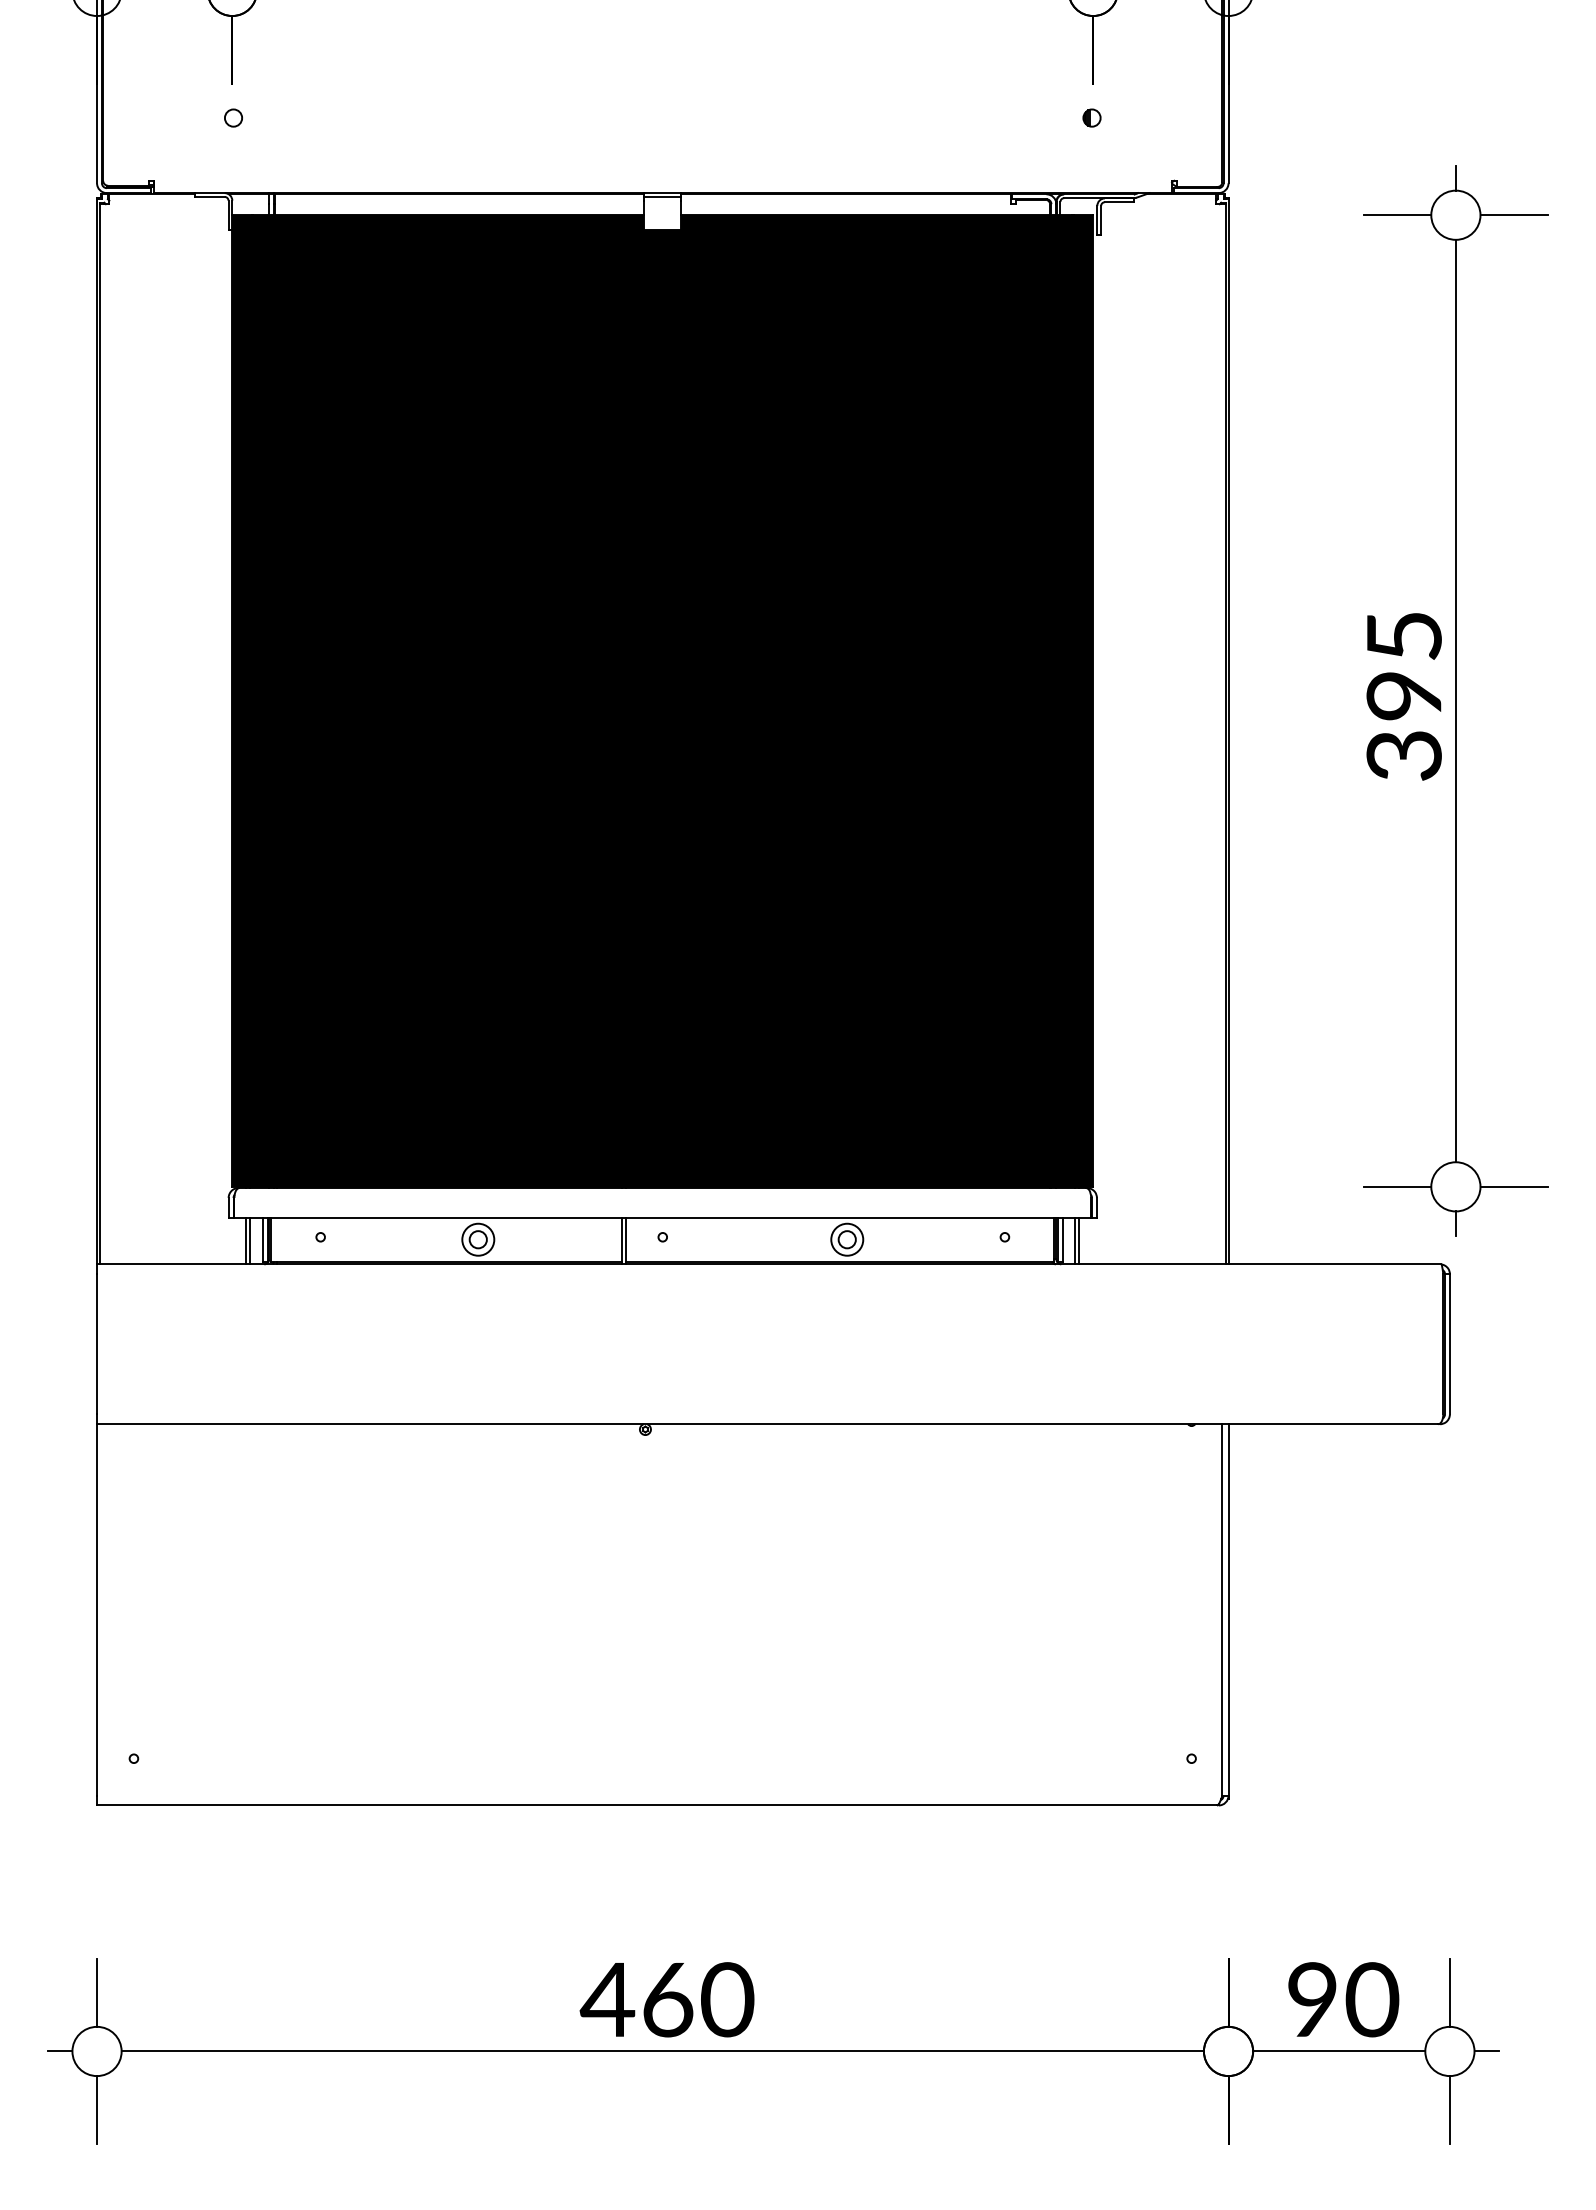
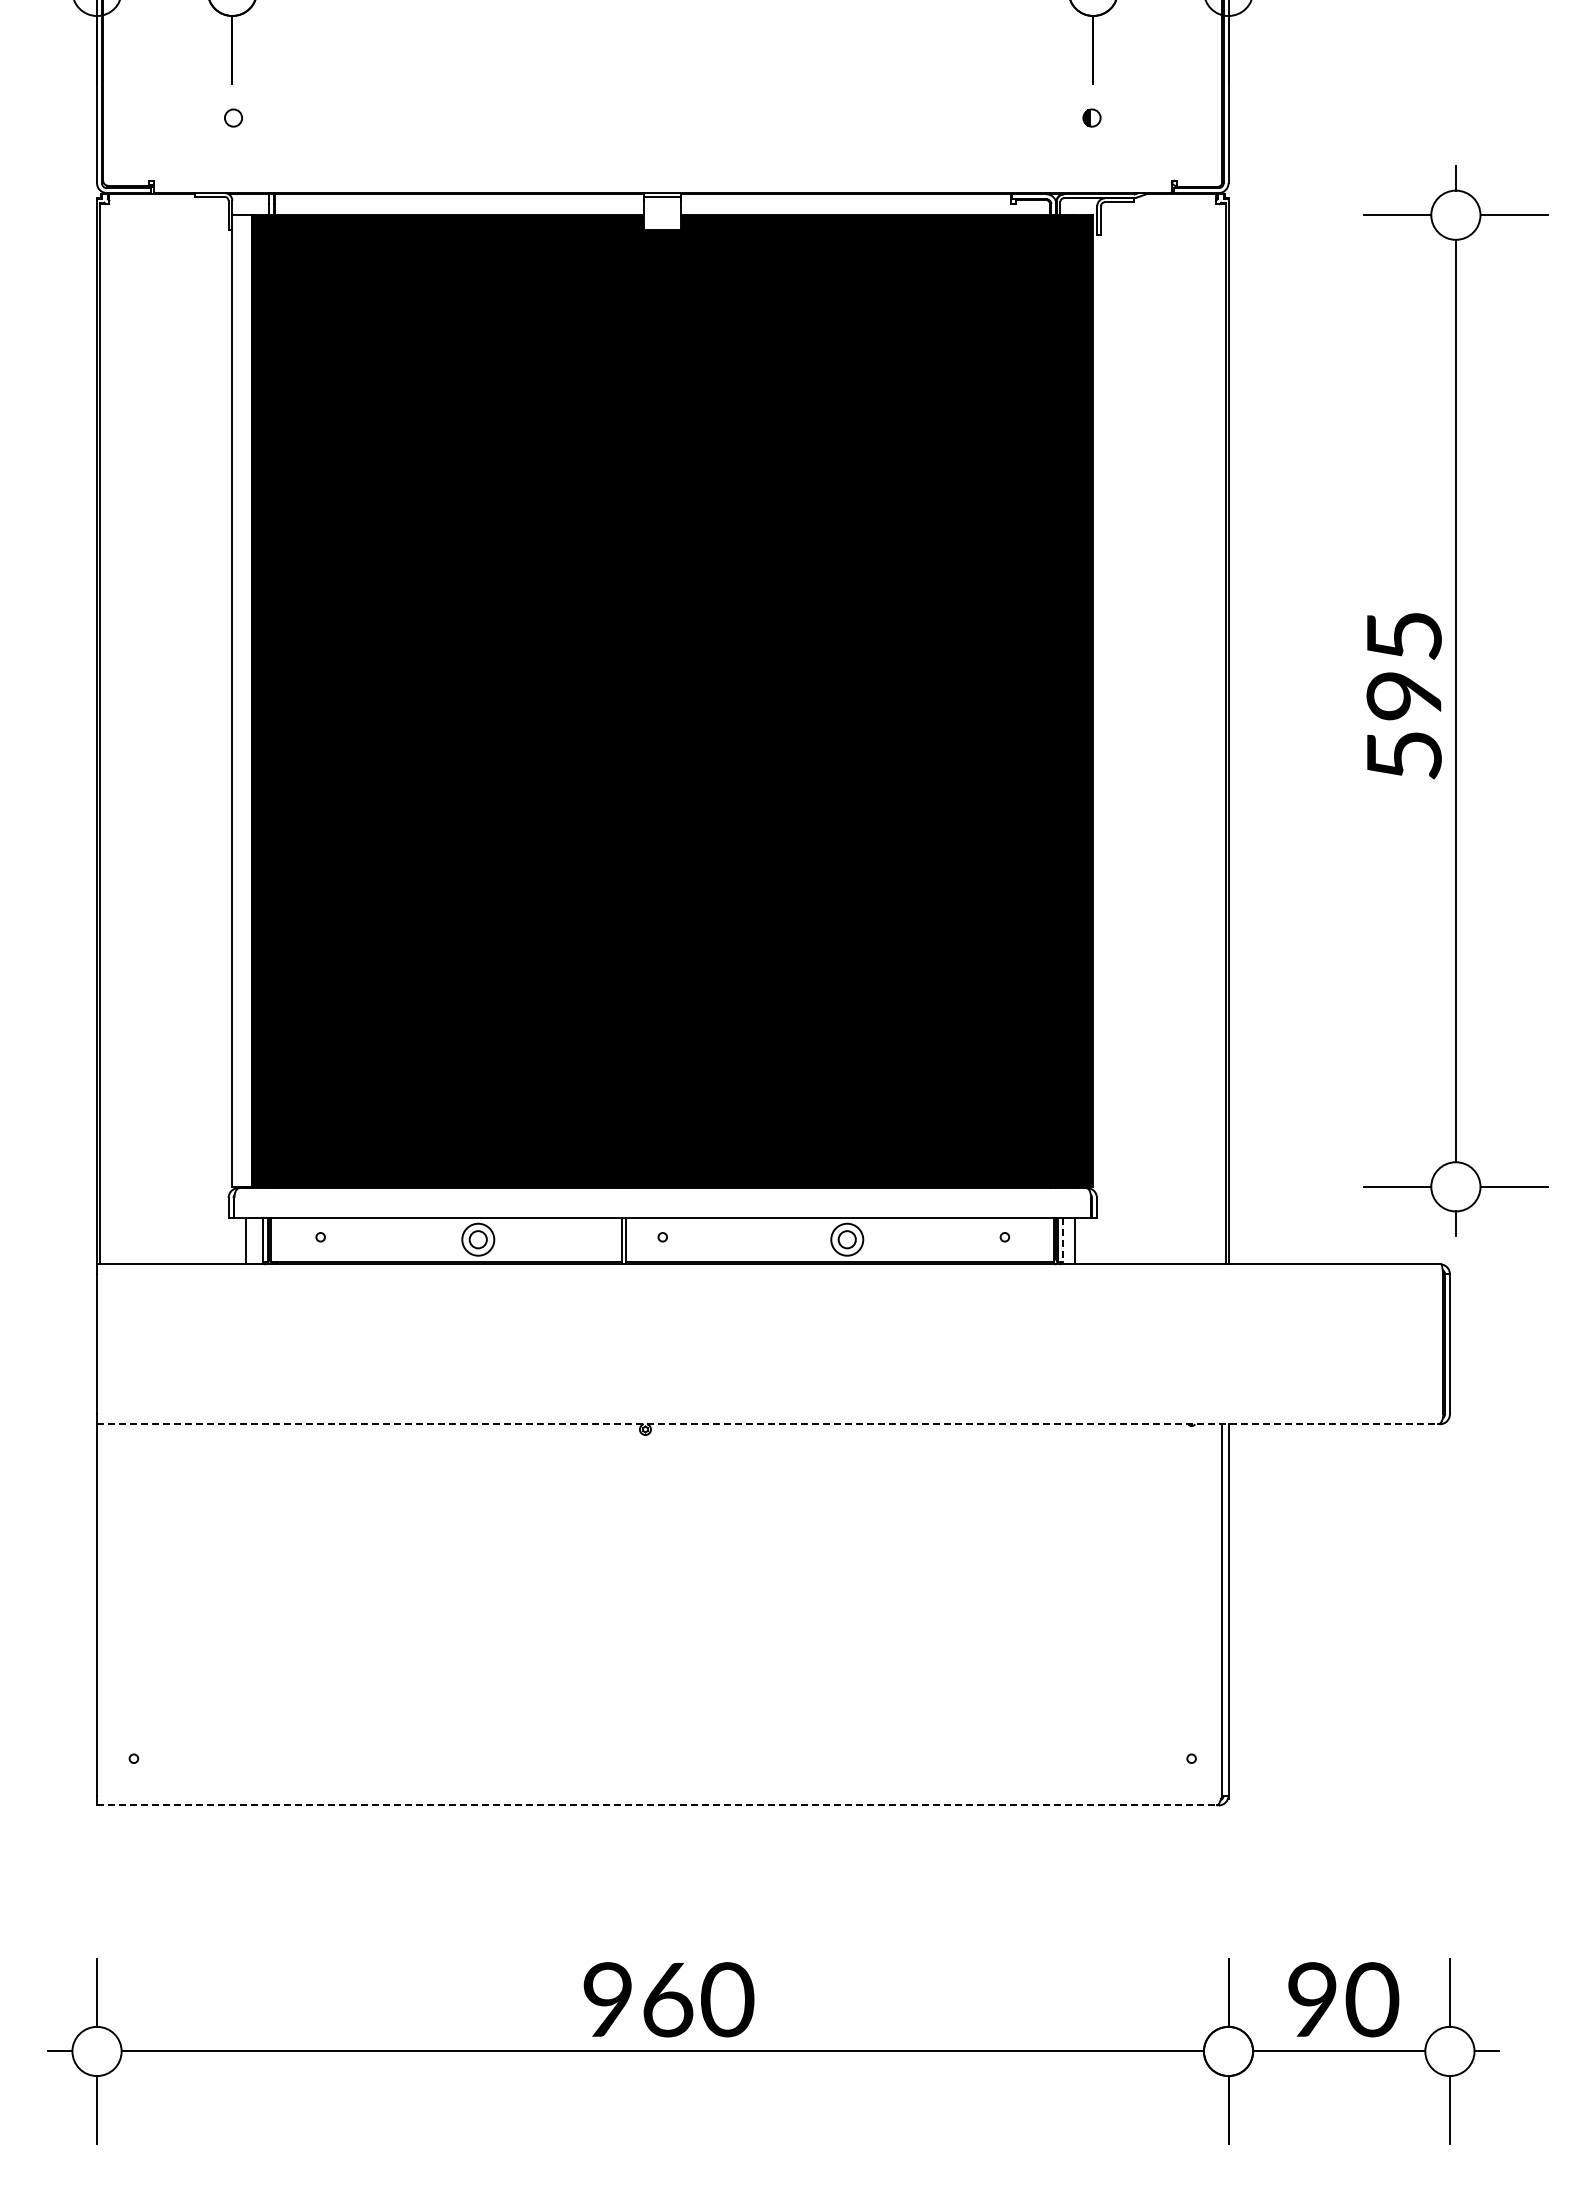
fill at (242, 700): present -> none
text at (1403, 755): 395 -> 595
line at (250, 1240): present -> none
line at (1062, 1240): solid -> dashed
line at (1079, 1240): present -> none
line at (767, 1424): solid -> dashed
line at (657, 1805): solid -> dashed
text at (607, 1999): 460 -> 960
